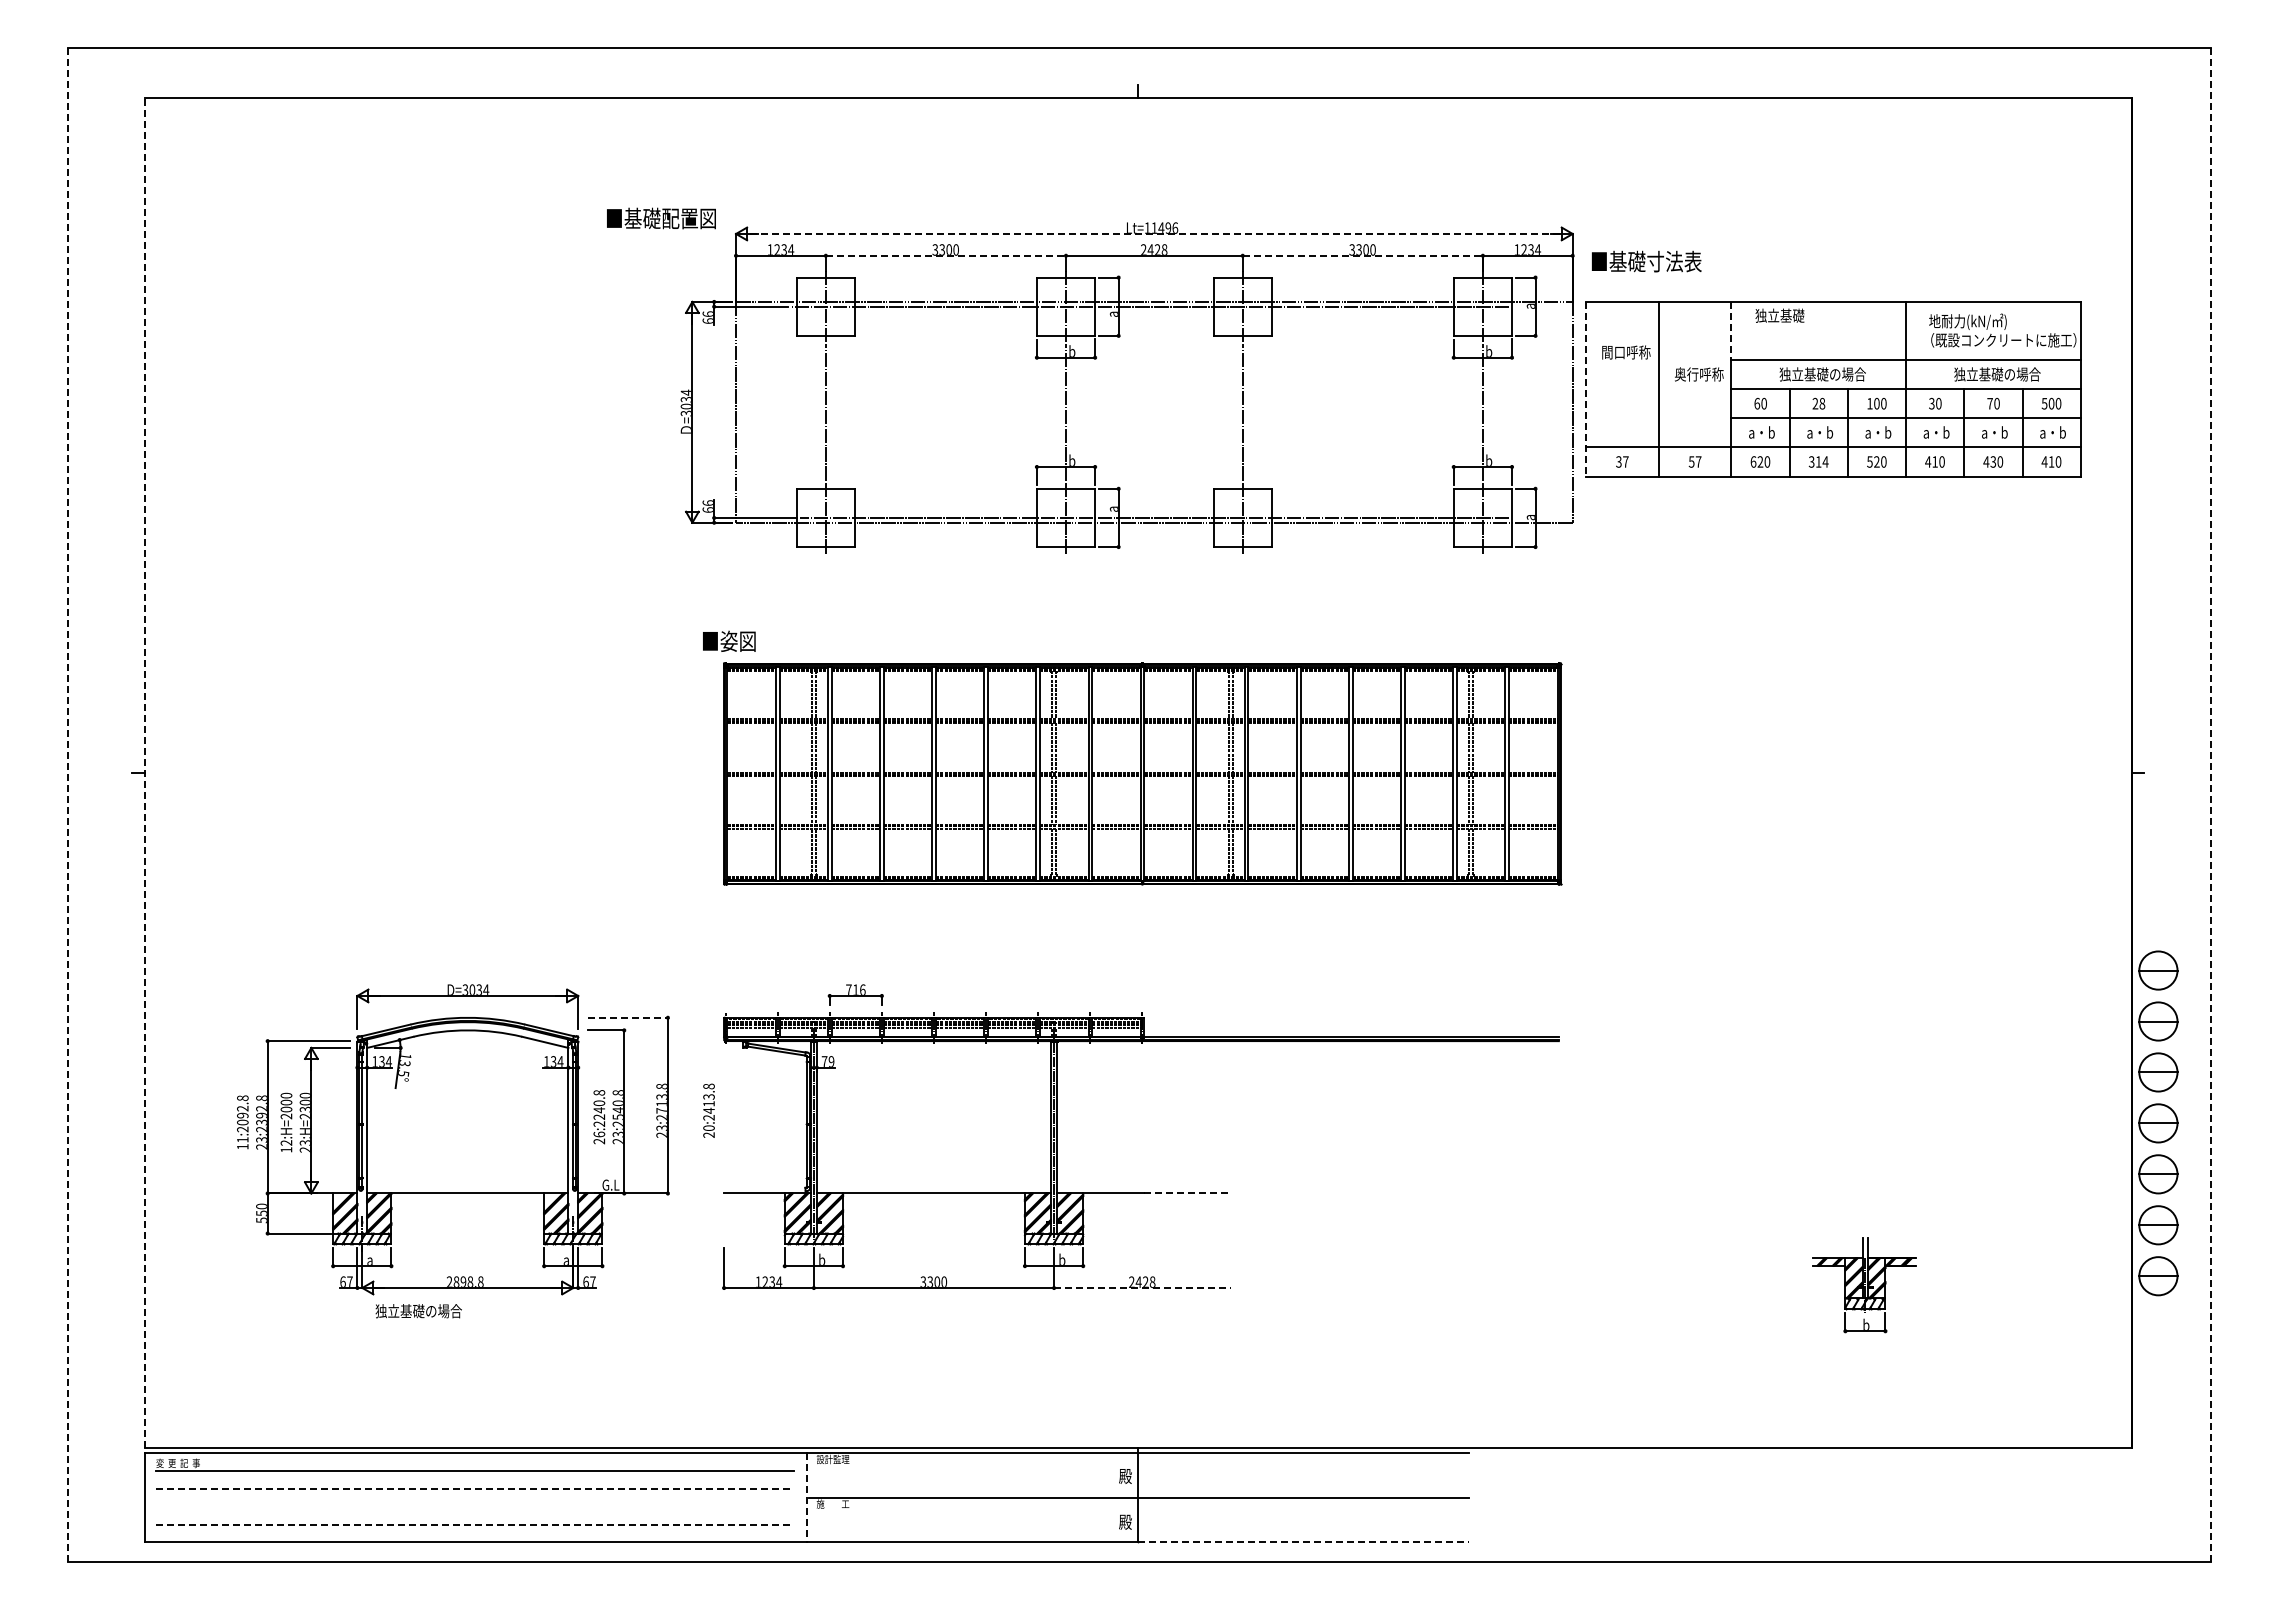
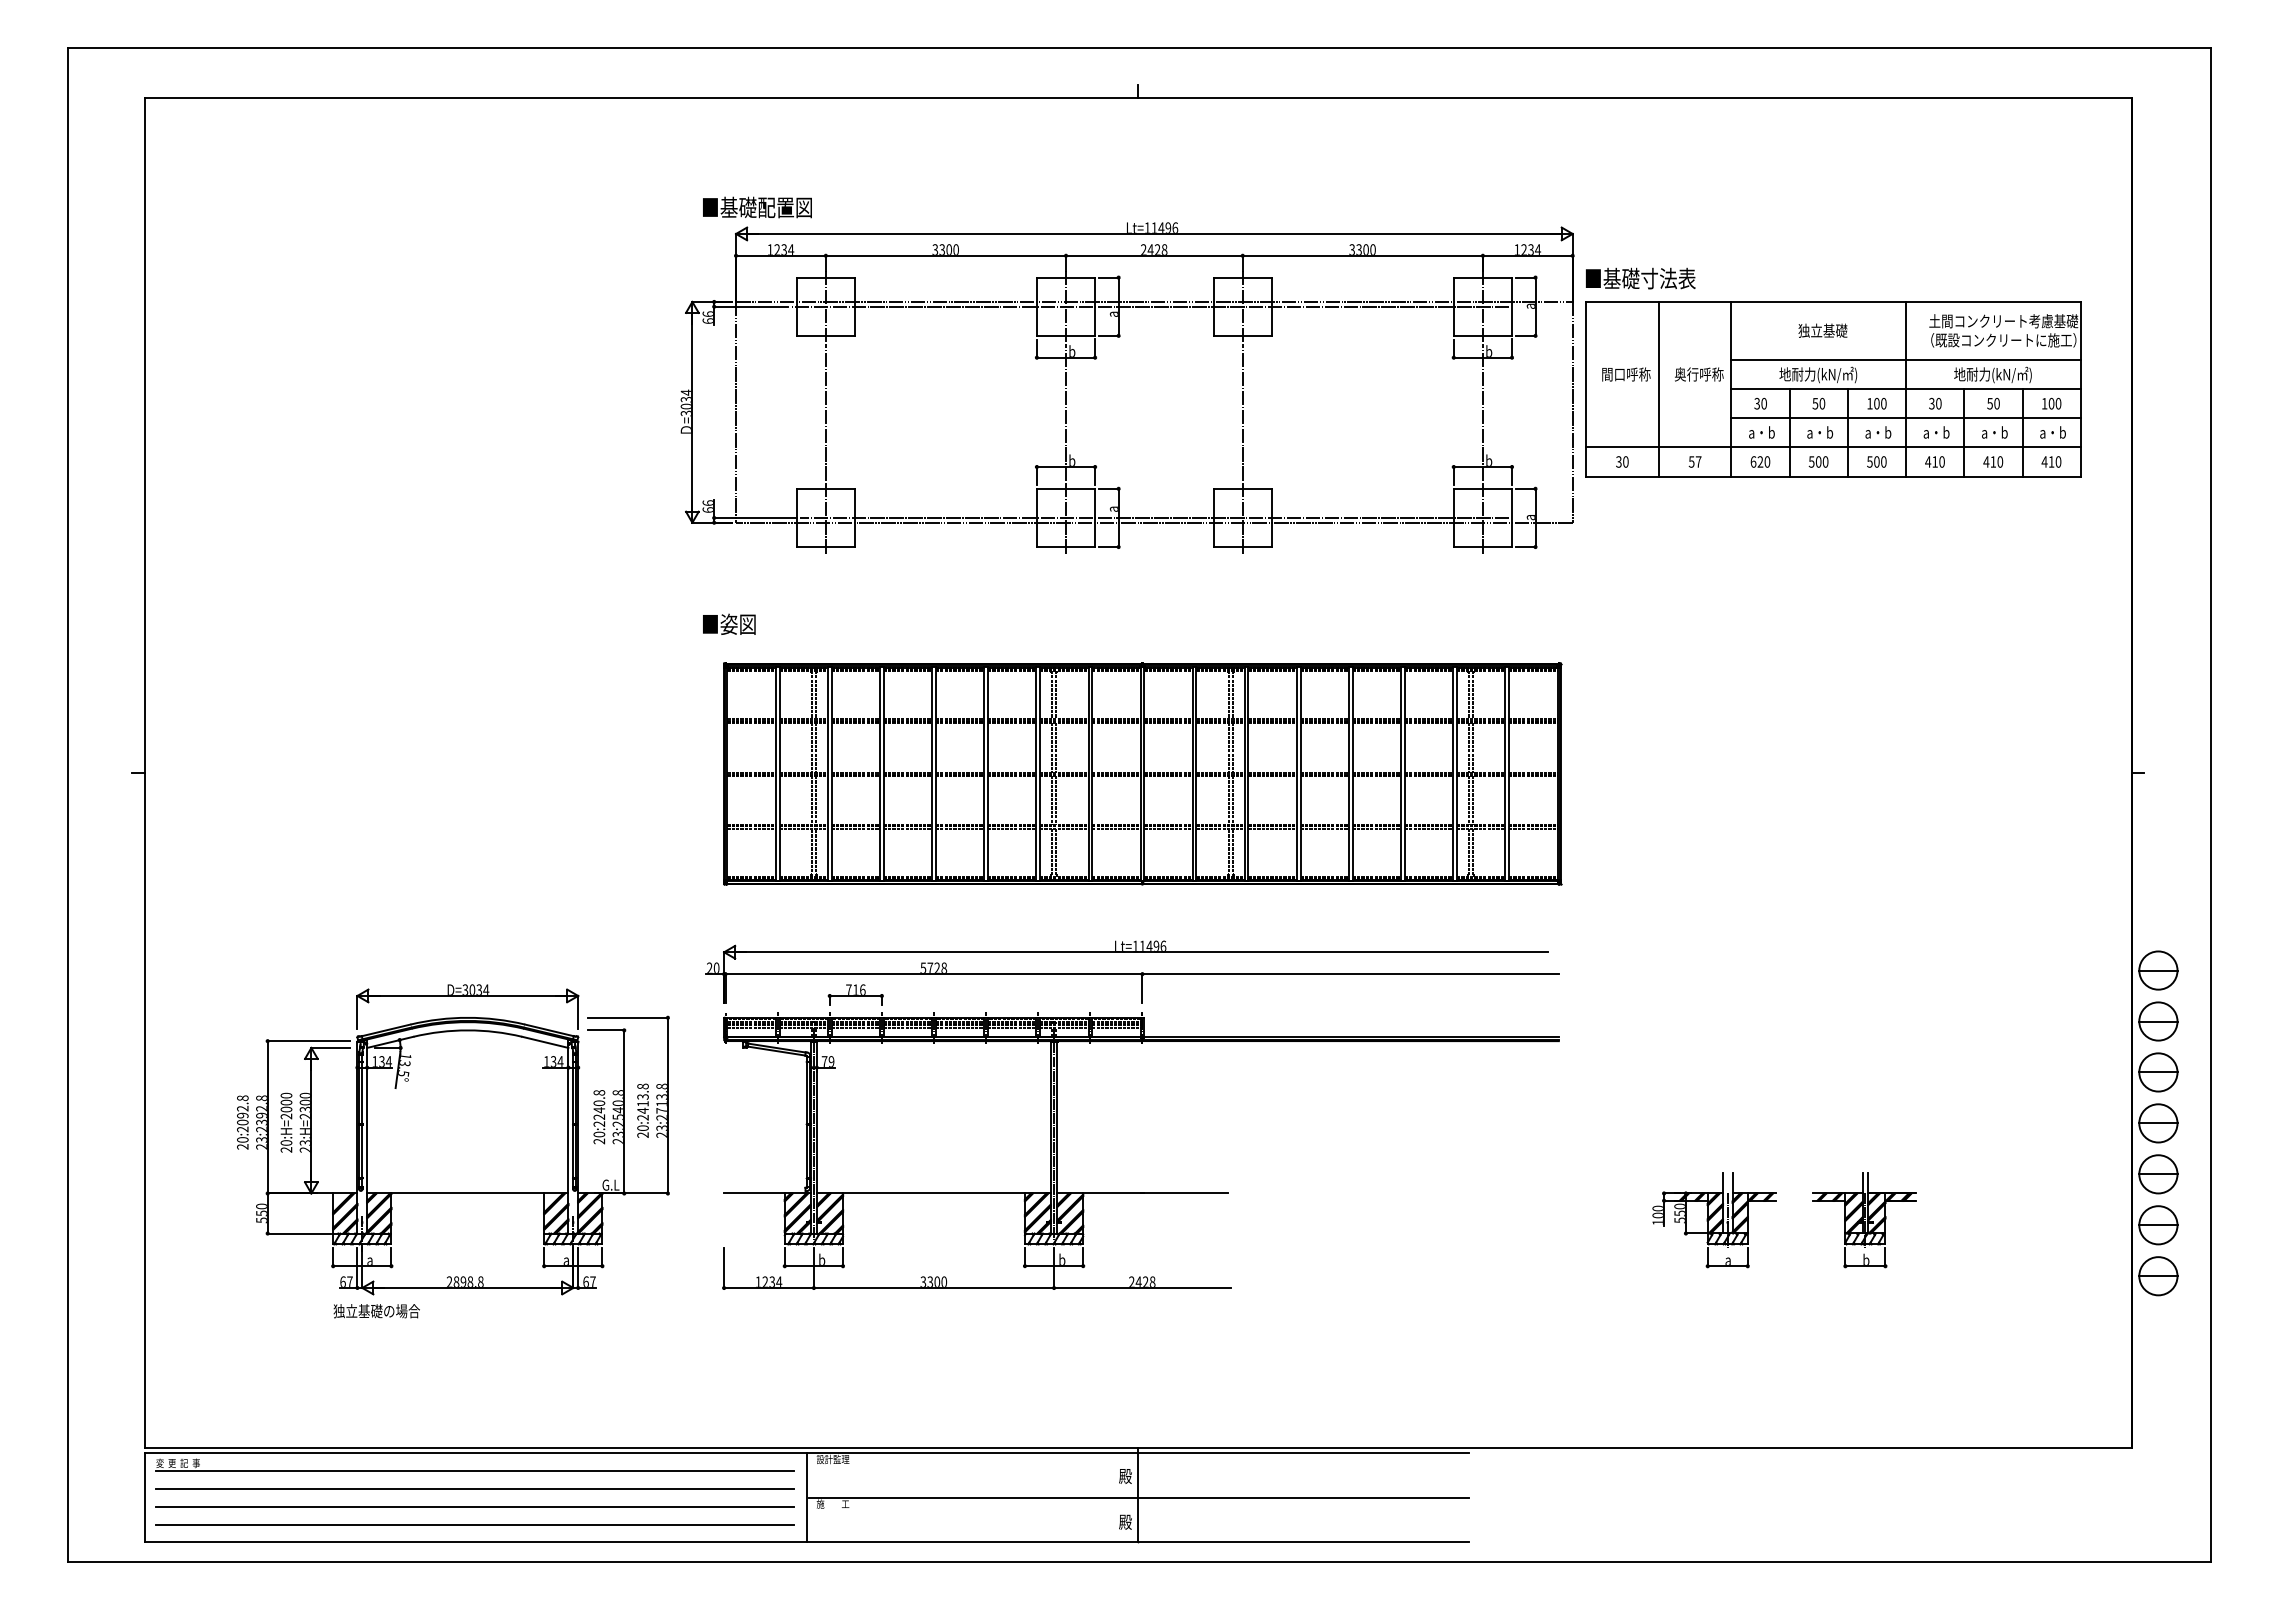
text at (661, 218) position: (661, 218) -> (757, 207)
line at (1154, 233): dashed -> solid
line at (946, 255): dashed -> solid
line at (1363, 255): dashed -> solid
text at (1646, 261) position: (1646, 261) -> (1640, 278)
text at (1779, 315) position: (1779, 315) -> (1822, 330)
text at (2003, 321): 地耐力(kN/㎡) -> 土間コンクリート考慮基礎
line at (1731, 331): dashed -> solid
text at (1626, 352) position: (1626, 352) -> (1626, 374)
text at (1822, 374): 独立基礎の場合 -> 地耐力(kN/㎡)
text at (1997, 374): 独立基礎の場合 -> 地耐力(kN/㎡)
line at (1585, 389): dashed -> solid
text at (1757, 403): 60 -> 30
text at (1818, 403): 28 -> 50
text at (1989, 403): 70 -> 50
text at (2044, 403): 500 -> 100
text at (1625, 461): 37 -> 30
text at (1818, 461): 314 -> 500
text at (1876, 461): 520 -> 500
text at (1993, 461): 430 -> 410
text at (729, 640) position: (729, 640) -> (729, 623)
line at (144, 772): dashed -> solid
line at (68, 804): dashed -> solid
line at (2210, 804): dashed -> solid
part at (1132, 971): none -> present
line at (628, 1017): dashed -> solid
text at (708, 1110) position: (708, 1110) -> (642, 1110)
text at (598, 1134): 26:2240.8 -> 20:2240.8
text at (242, 1143): 11:2092.8 -> 20:2092.8
text at (286, 1146): 12:H=2000 -> 20:H=2000
line at (1183, 1193): dashed -> solid
part at (1714, 1220): none -> present
part at (1864, 1285) position: (1864, 1285) -> (1864, 1220)
line at (1142, 1288): dashed -> solid
text at (418, 1311) position: (418, 1311) -> (376, 1311)
line at (475, 1488): dashed -> solid
line at (807, 1497): dashed -> solid
line at (474, 1506): none -> present
line at (475, 1524): dashed -> solid
line at (1303, 1542): dashed -> solid
